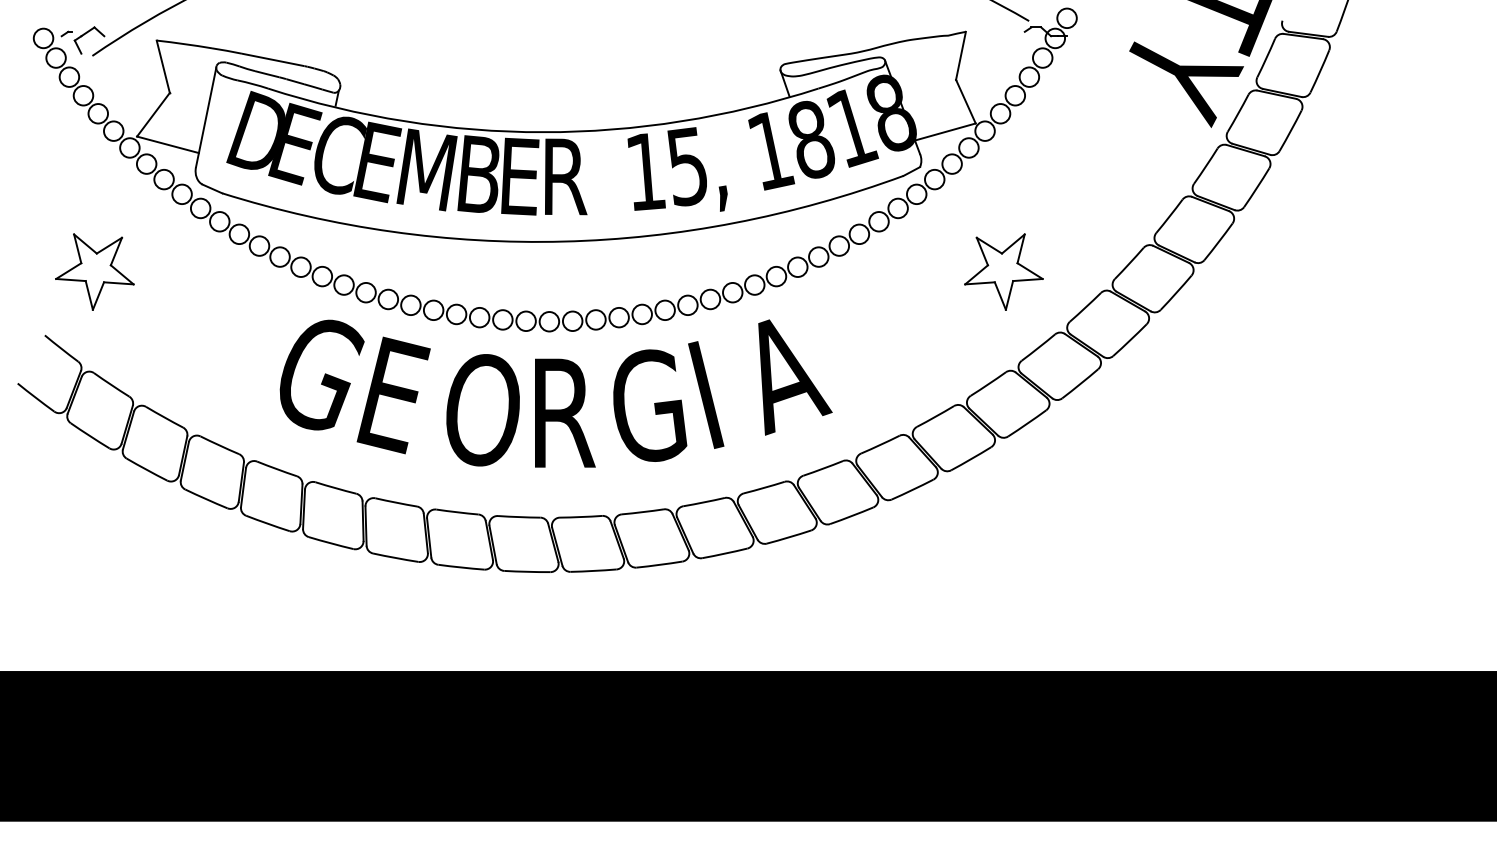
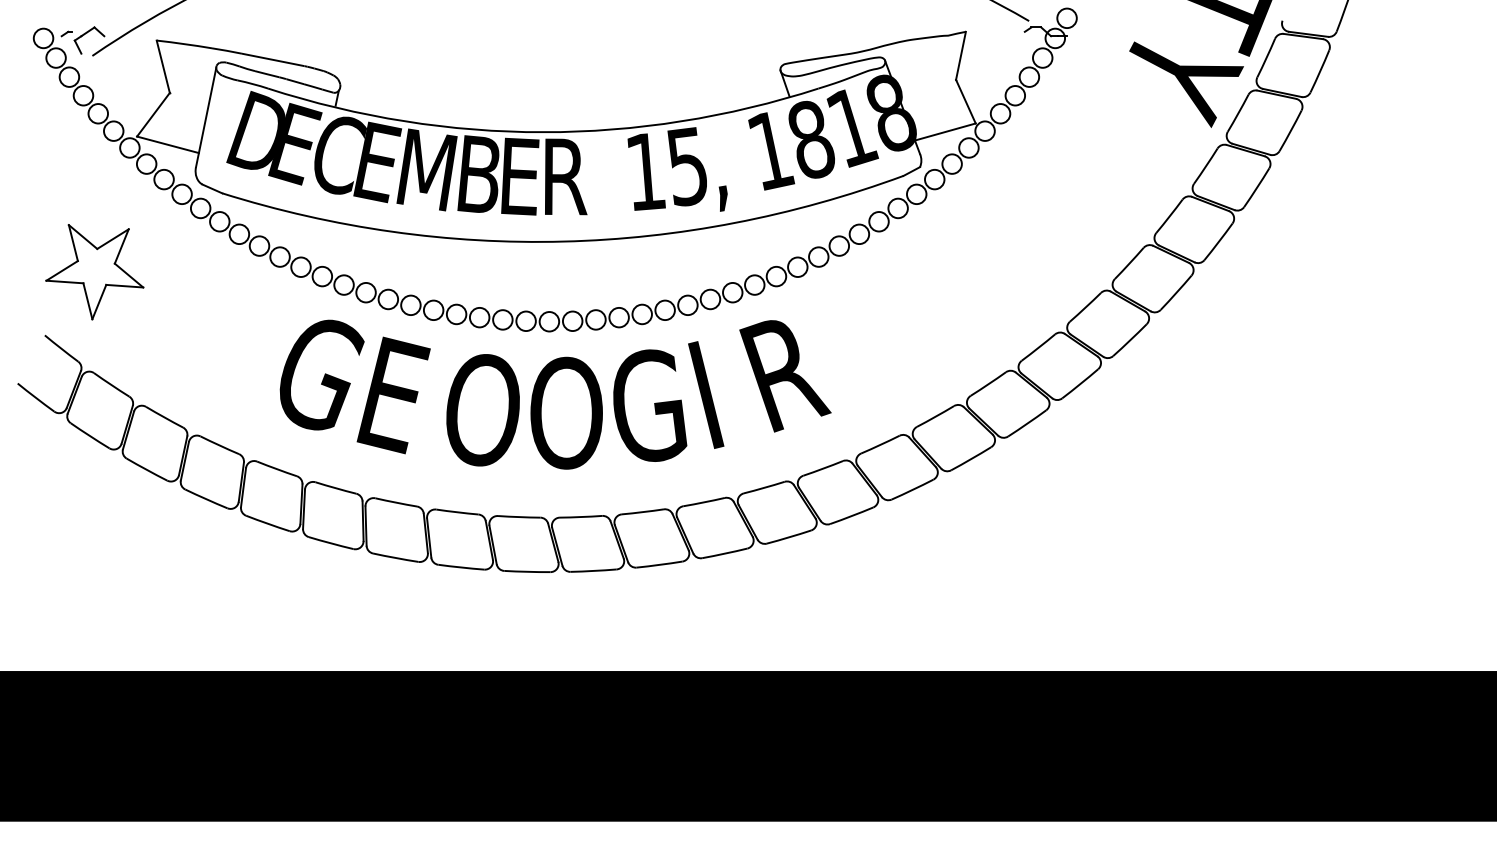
part at (94, 271) size: 80x78 px -> 100x97 px
part at (1003, 271): present -> none
text at (785, 377): A -> R
text at (566, 412): R -> O
